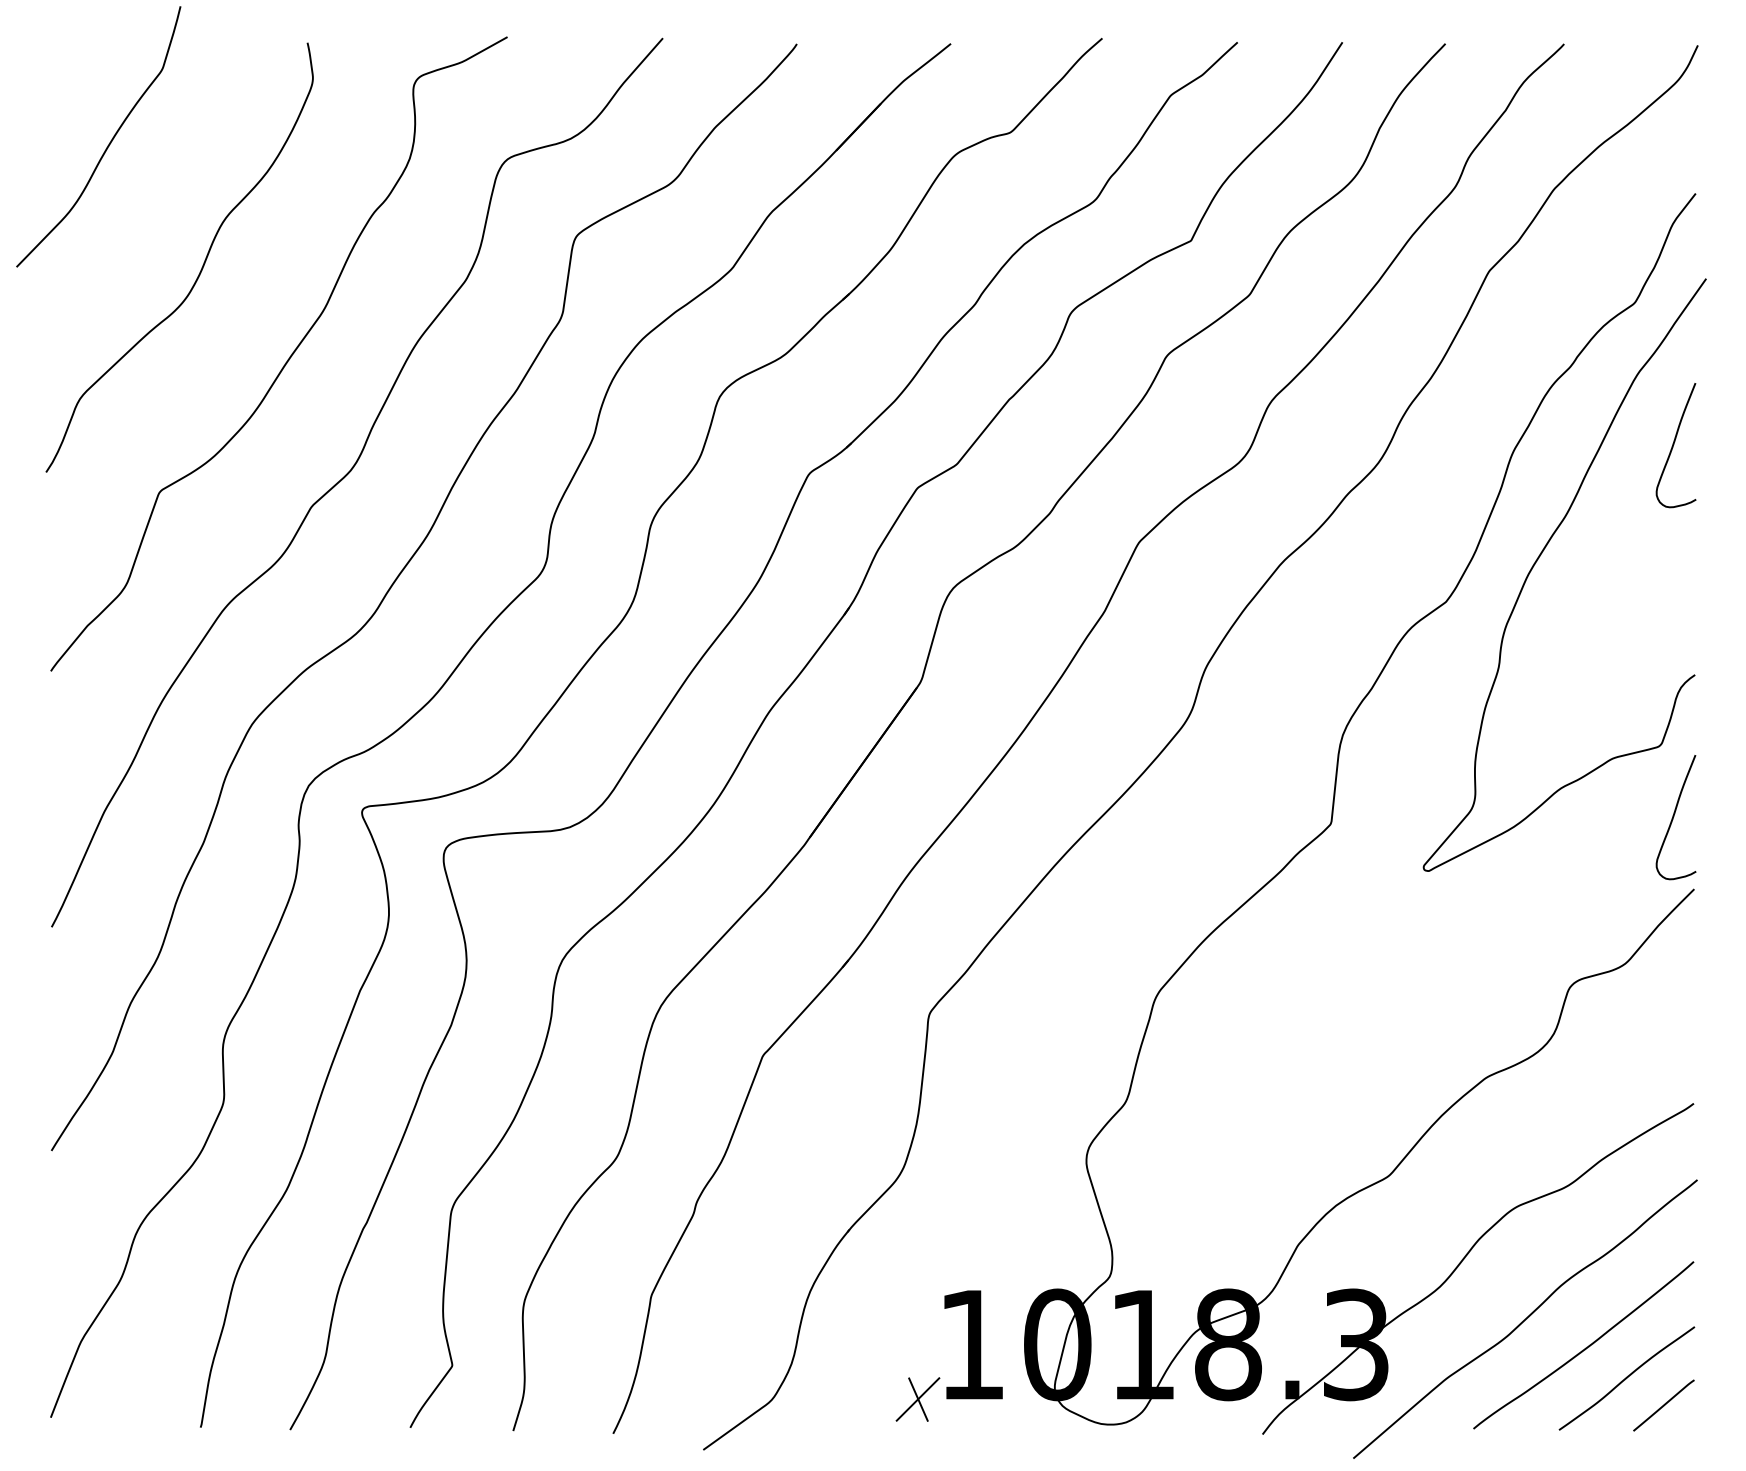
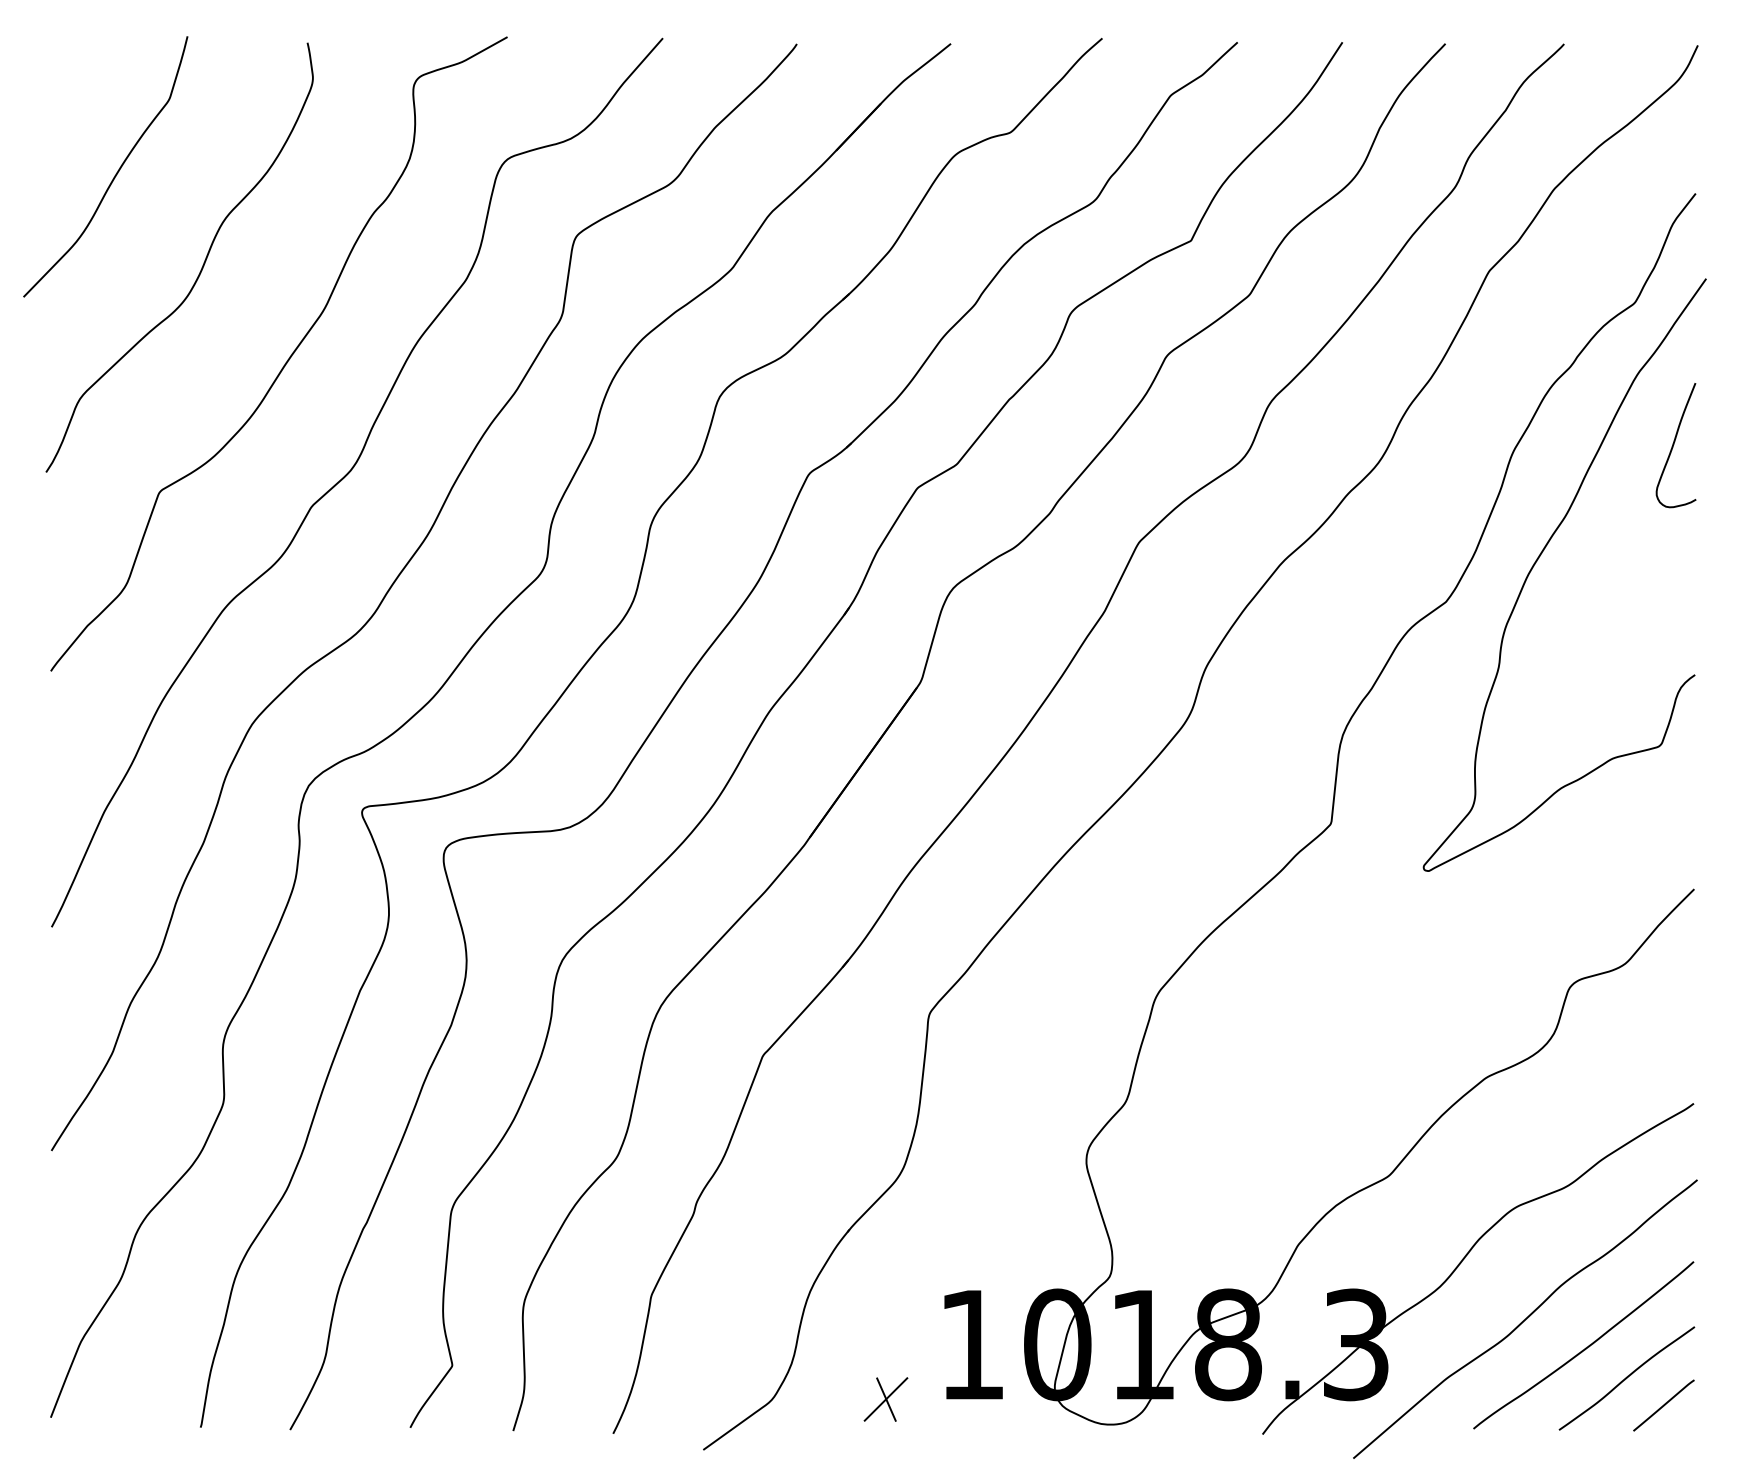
curve at (109, 142) position: (109, 142) -> (116, 172)
curve at (1674, 816): present -> none
part at (917, 1399) position: (917, 1399) -> (885, 1399)
